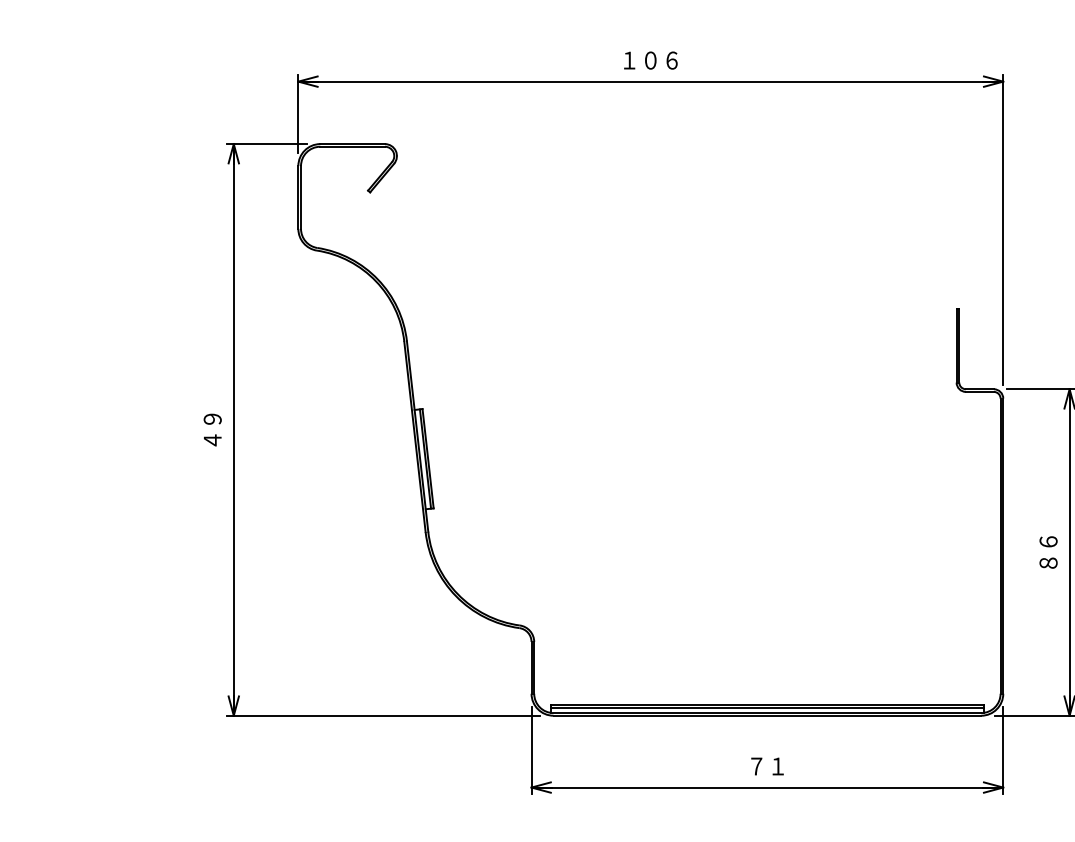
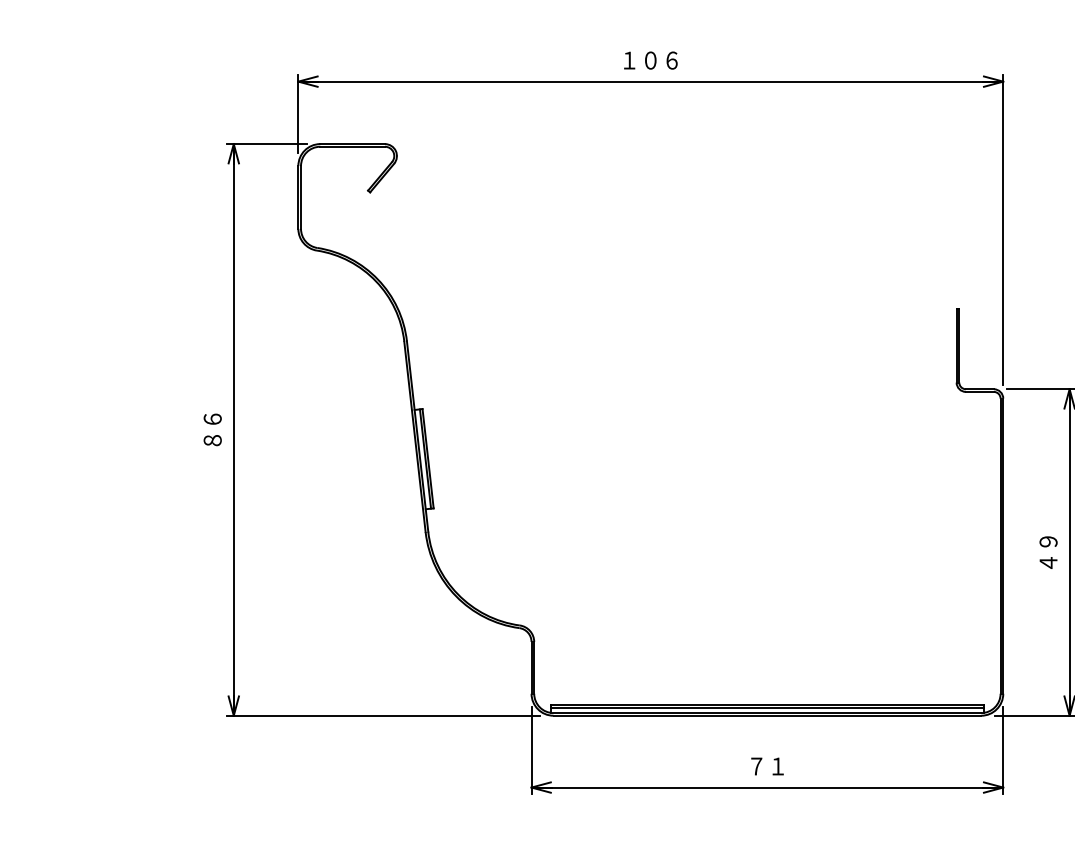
text at (212, 429): ４９ -> ８６
text at (1048, 552): ８６ -> ４９
